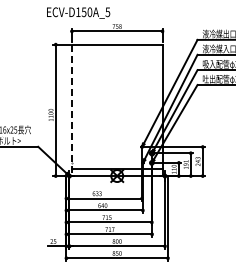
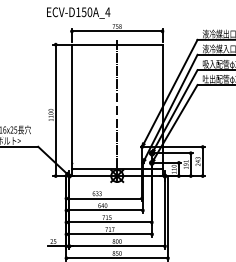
text at (107, 12): ECV-D150A_5 -> ECV-D150A_4
line at (71, 110): dashed -> solid
line at (117, 112): none -> present
